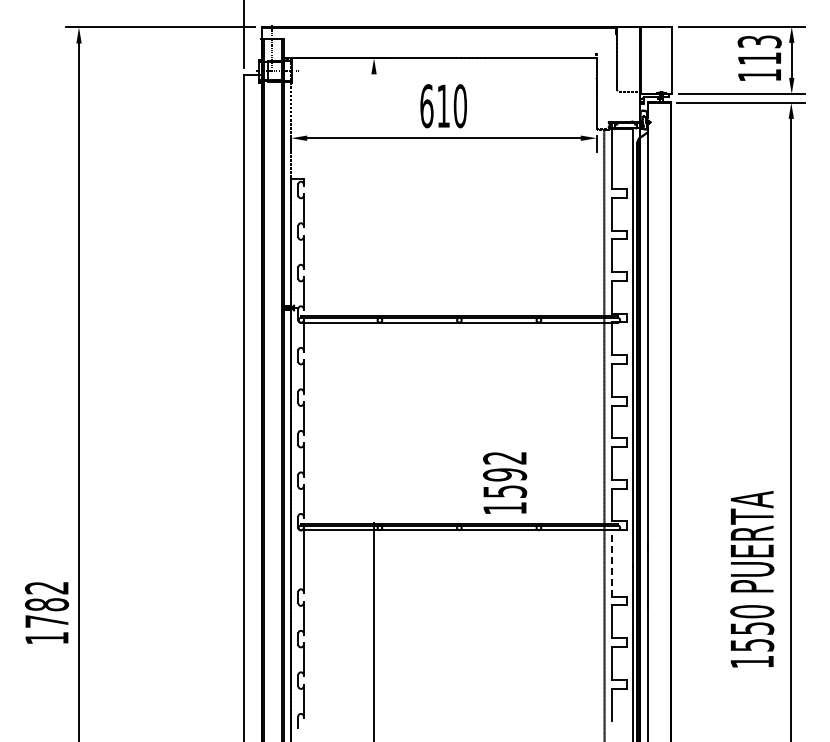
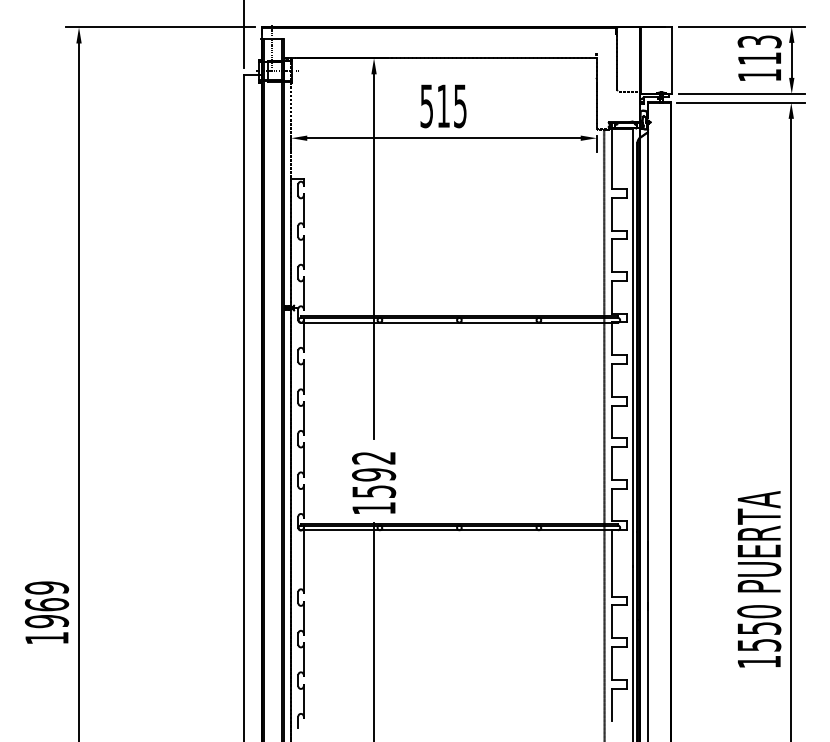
text at (443, 106): 610 -> 515
line at (374, 256): none -> present
text at (505, 482) position: (505, 482) -> (374, 482)
line at (612, 562): dashed -> solid
text at (752, 579) position: (752, 579) -> (759, 579)
text at (46, 604): 1782 -> 1969
